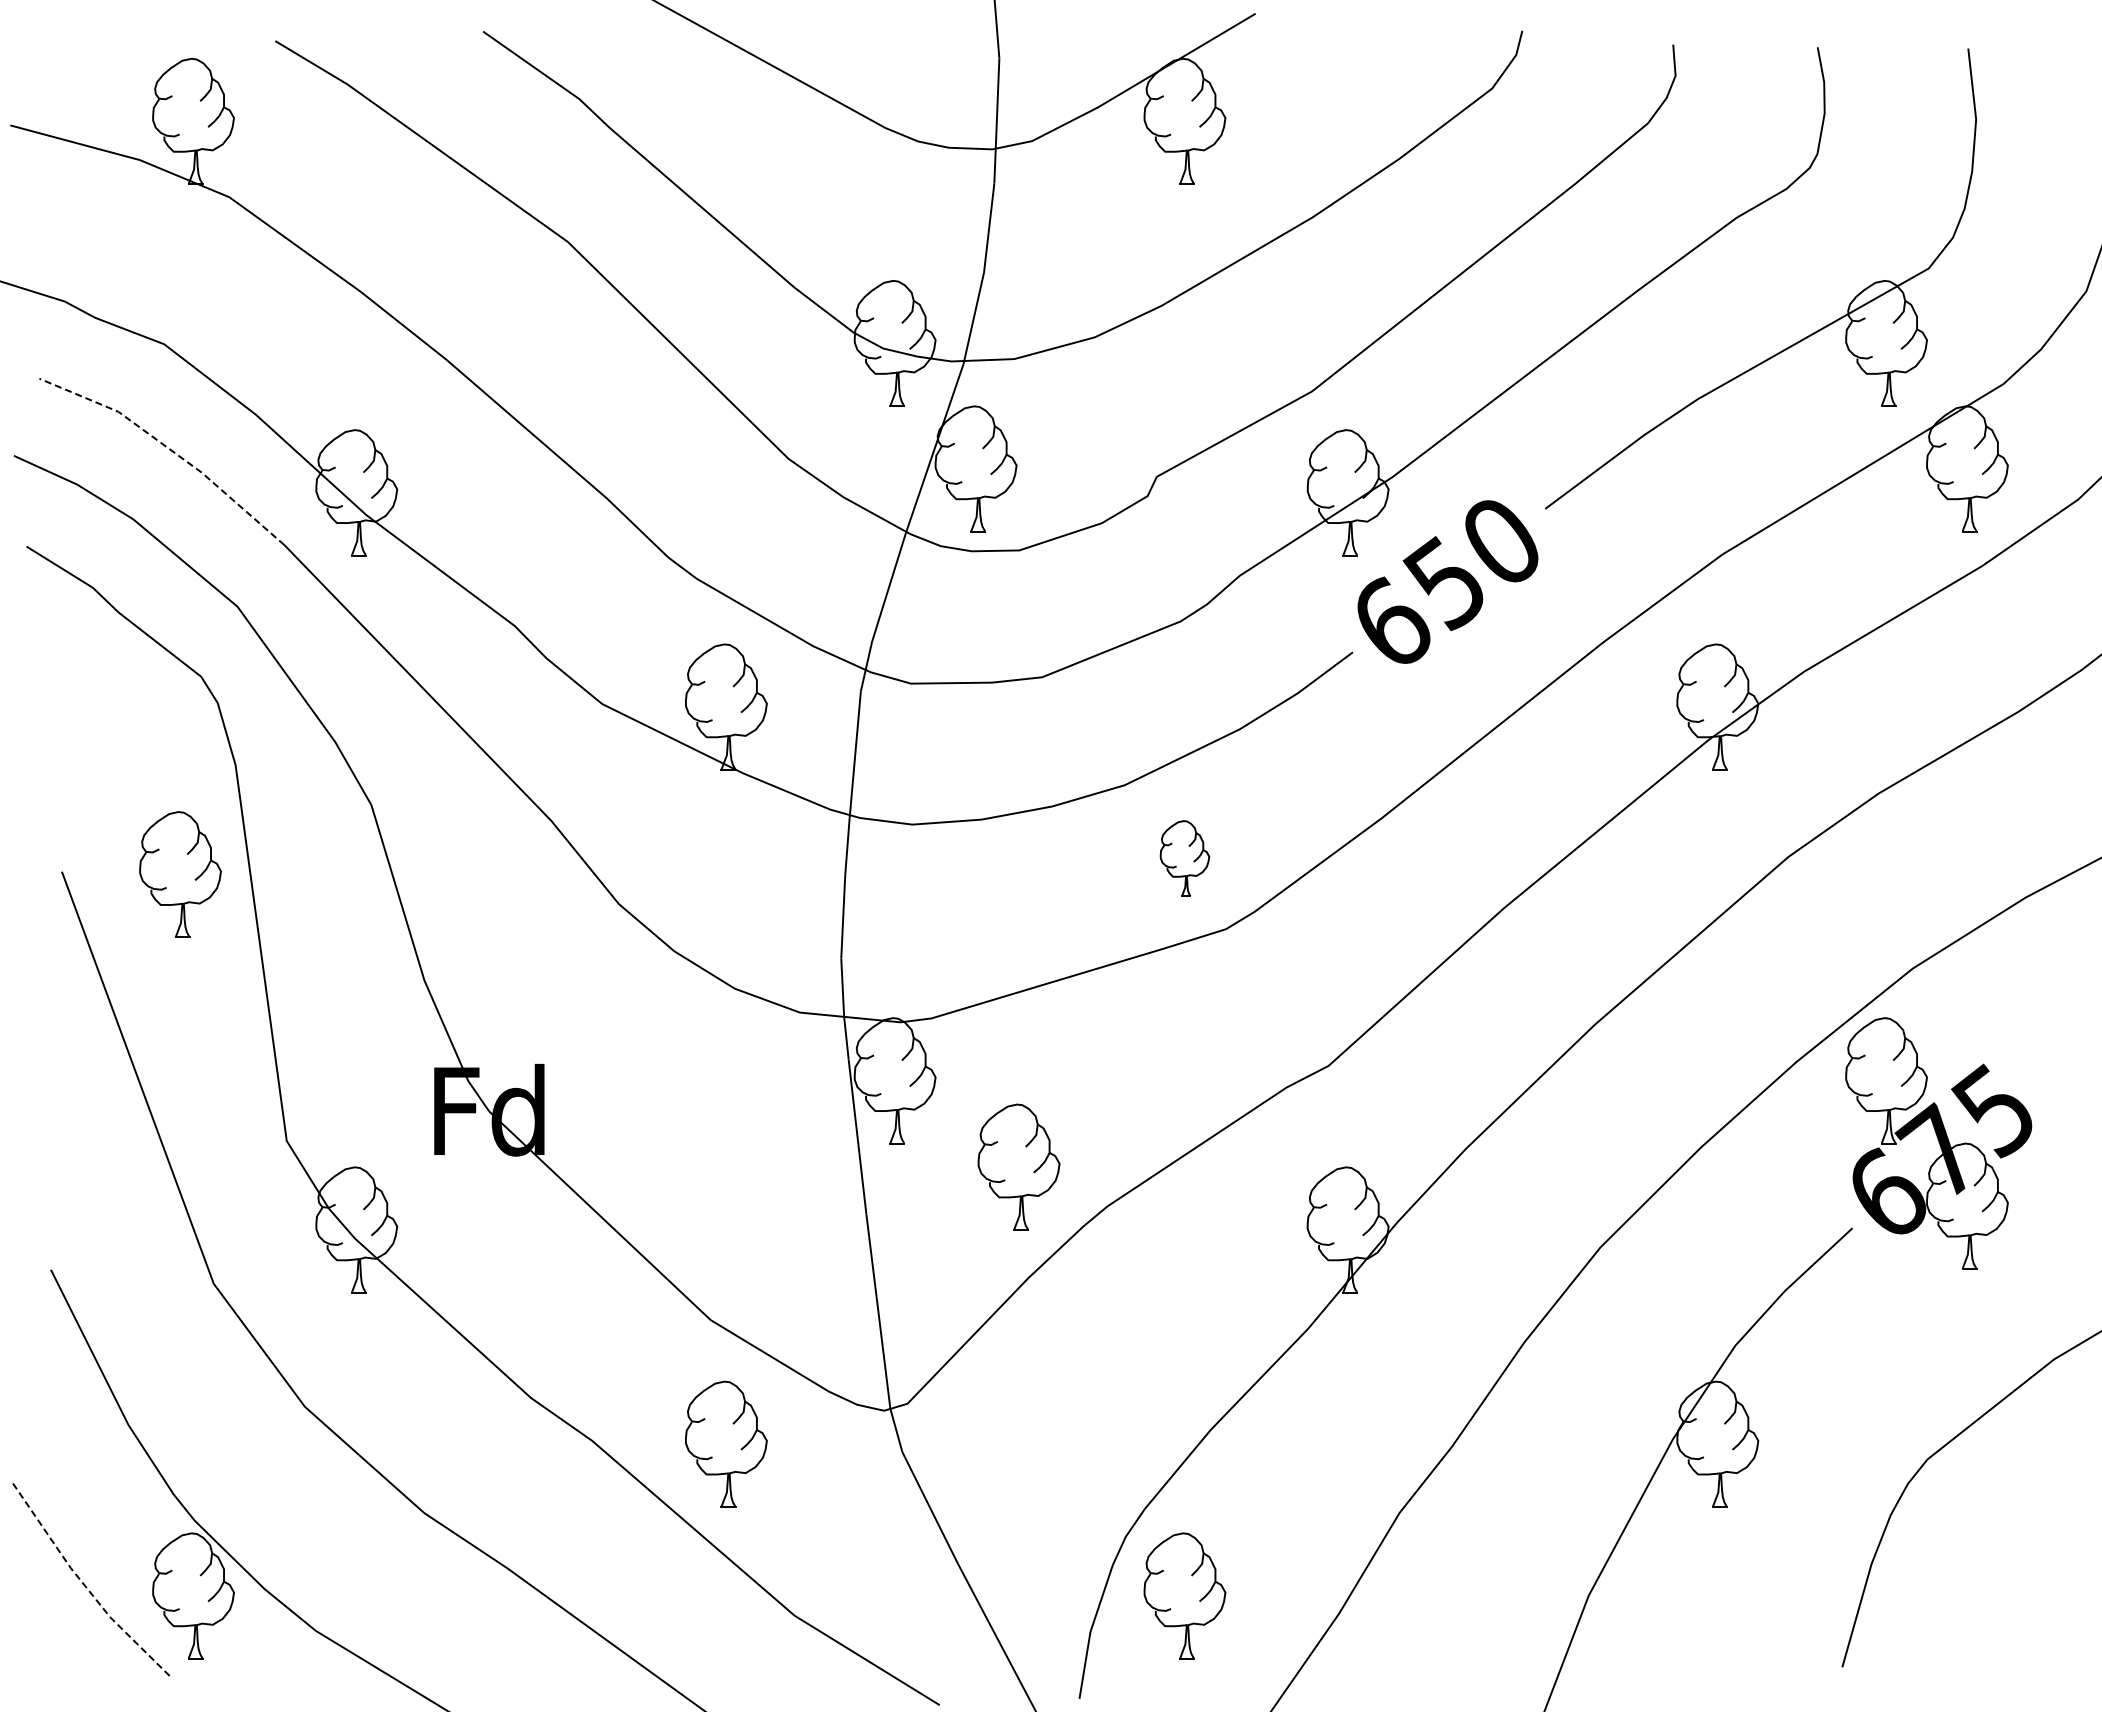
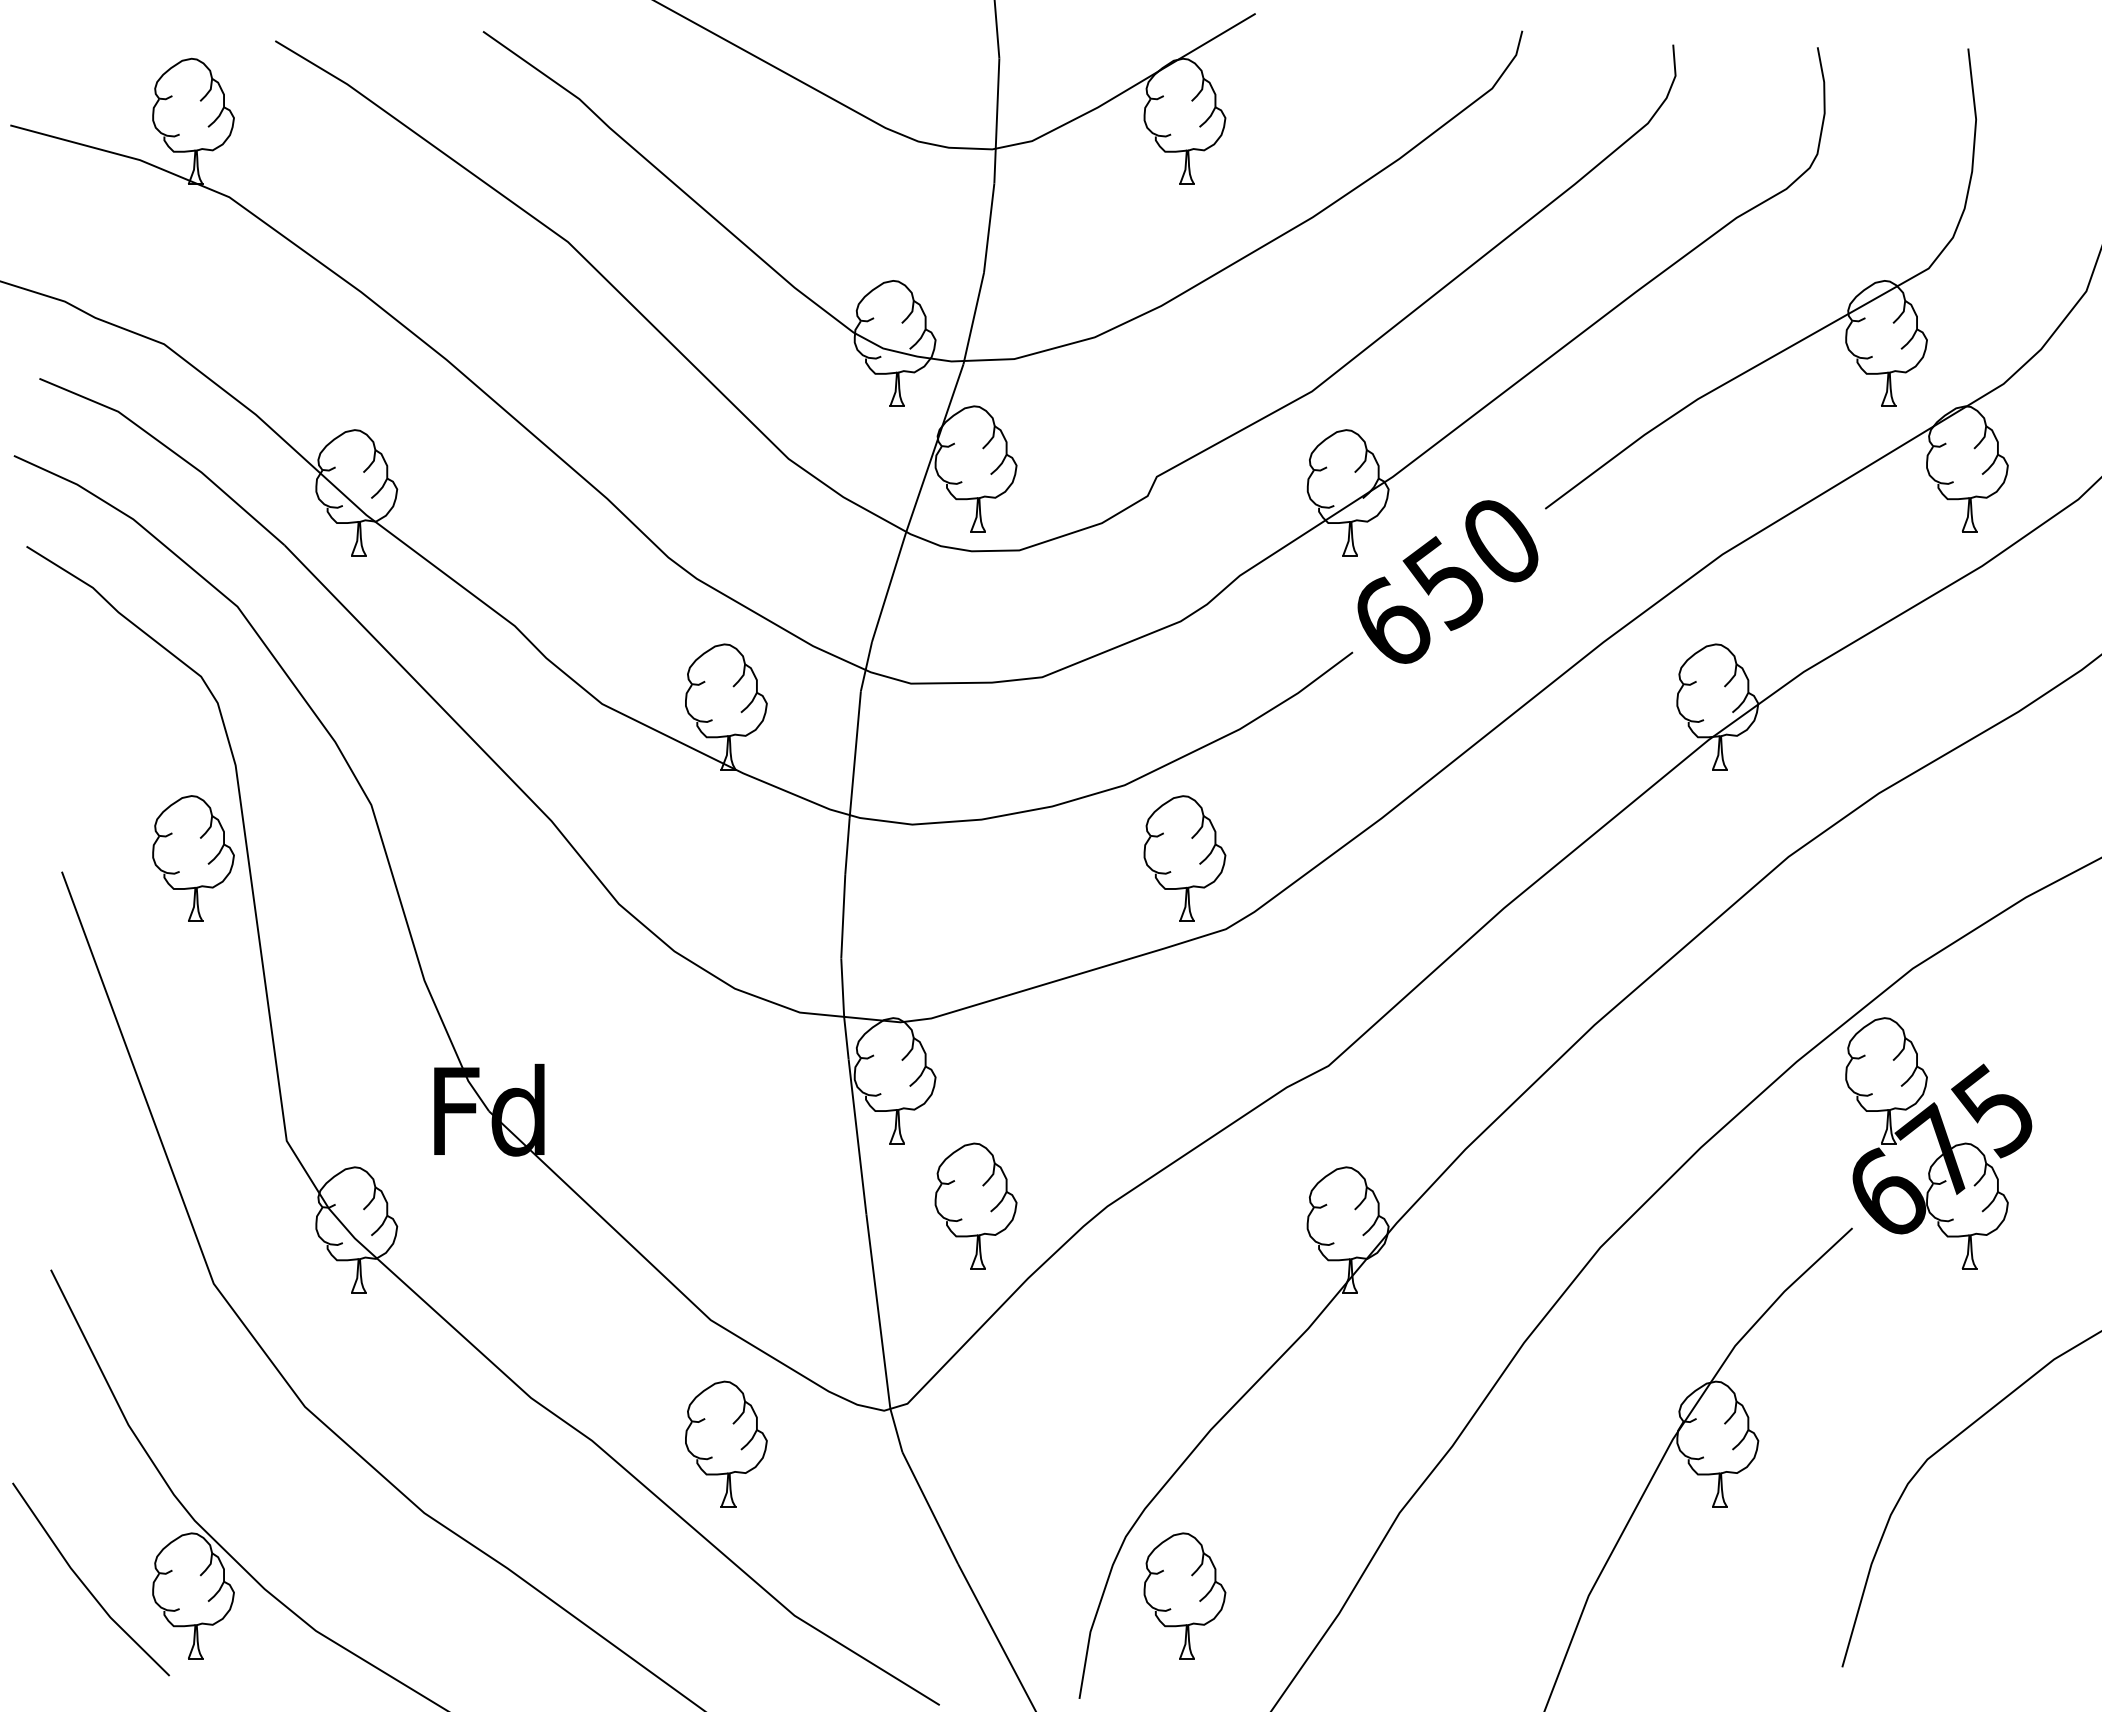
line at (169, 449): dashed -> solid
part at (1184, 858) size: 52x77 px -> 84x127 px
part at (180, 874) position: (180, 874) -> (193, 858)
part at (1018, 1166) position: (1018, 1166) -> (975, 1205)
line at (84, 1584): dashed -> solid
